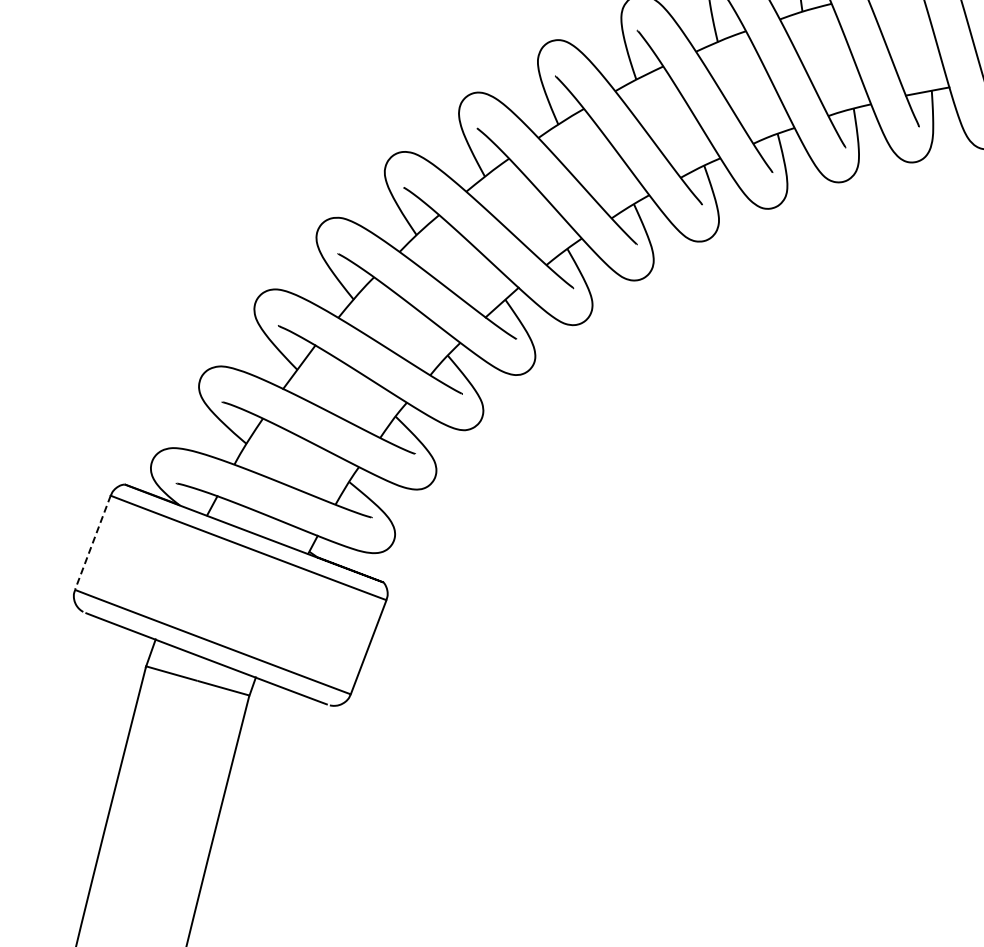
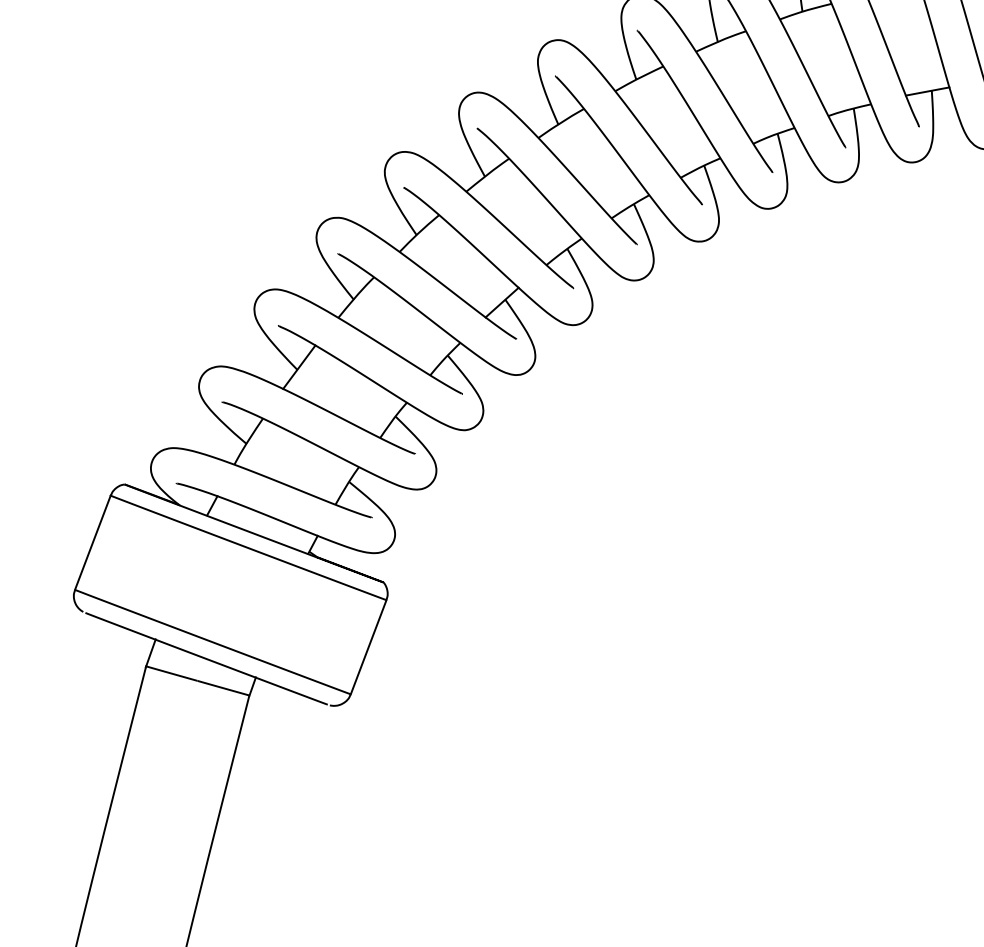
line at (92, 543): dashed -> solid
